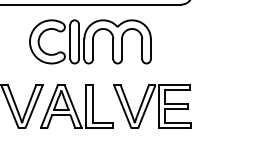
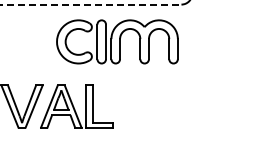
line at (91, 4): solid -> dashed
part at (90, 41) position: (90, 41) -> (117, 41)
part at (152, 106): present -> none
